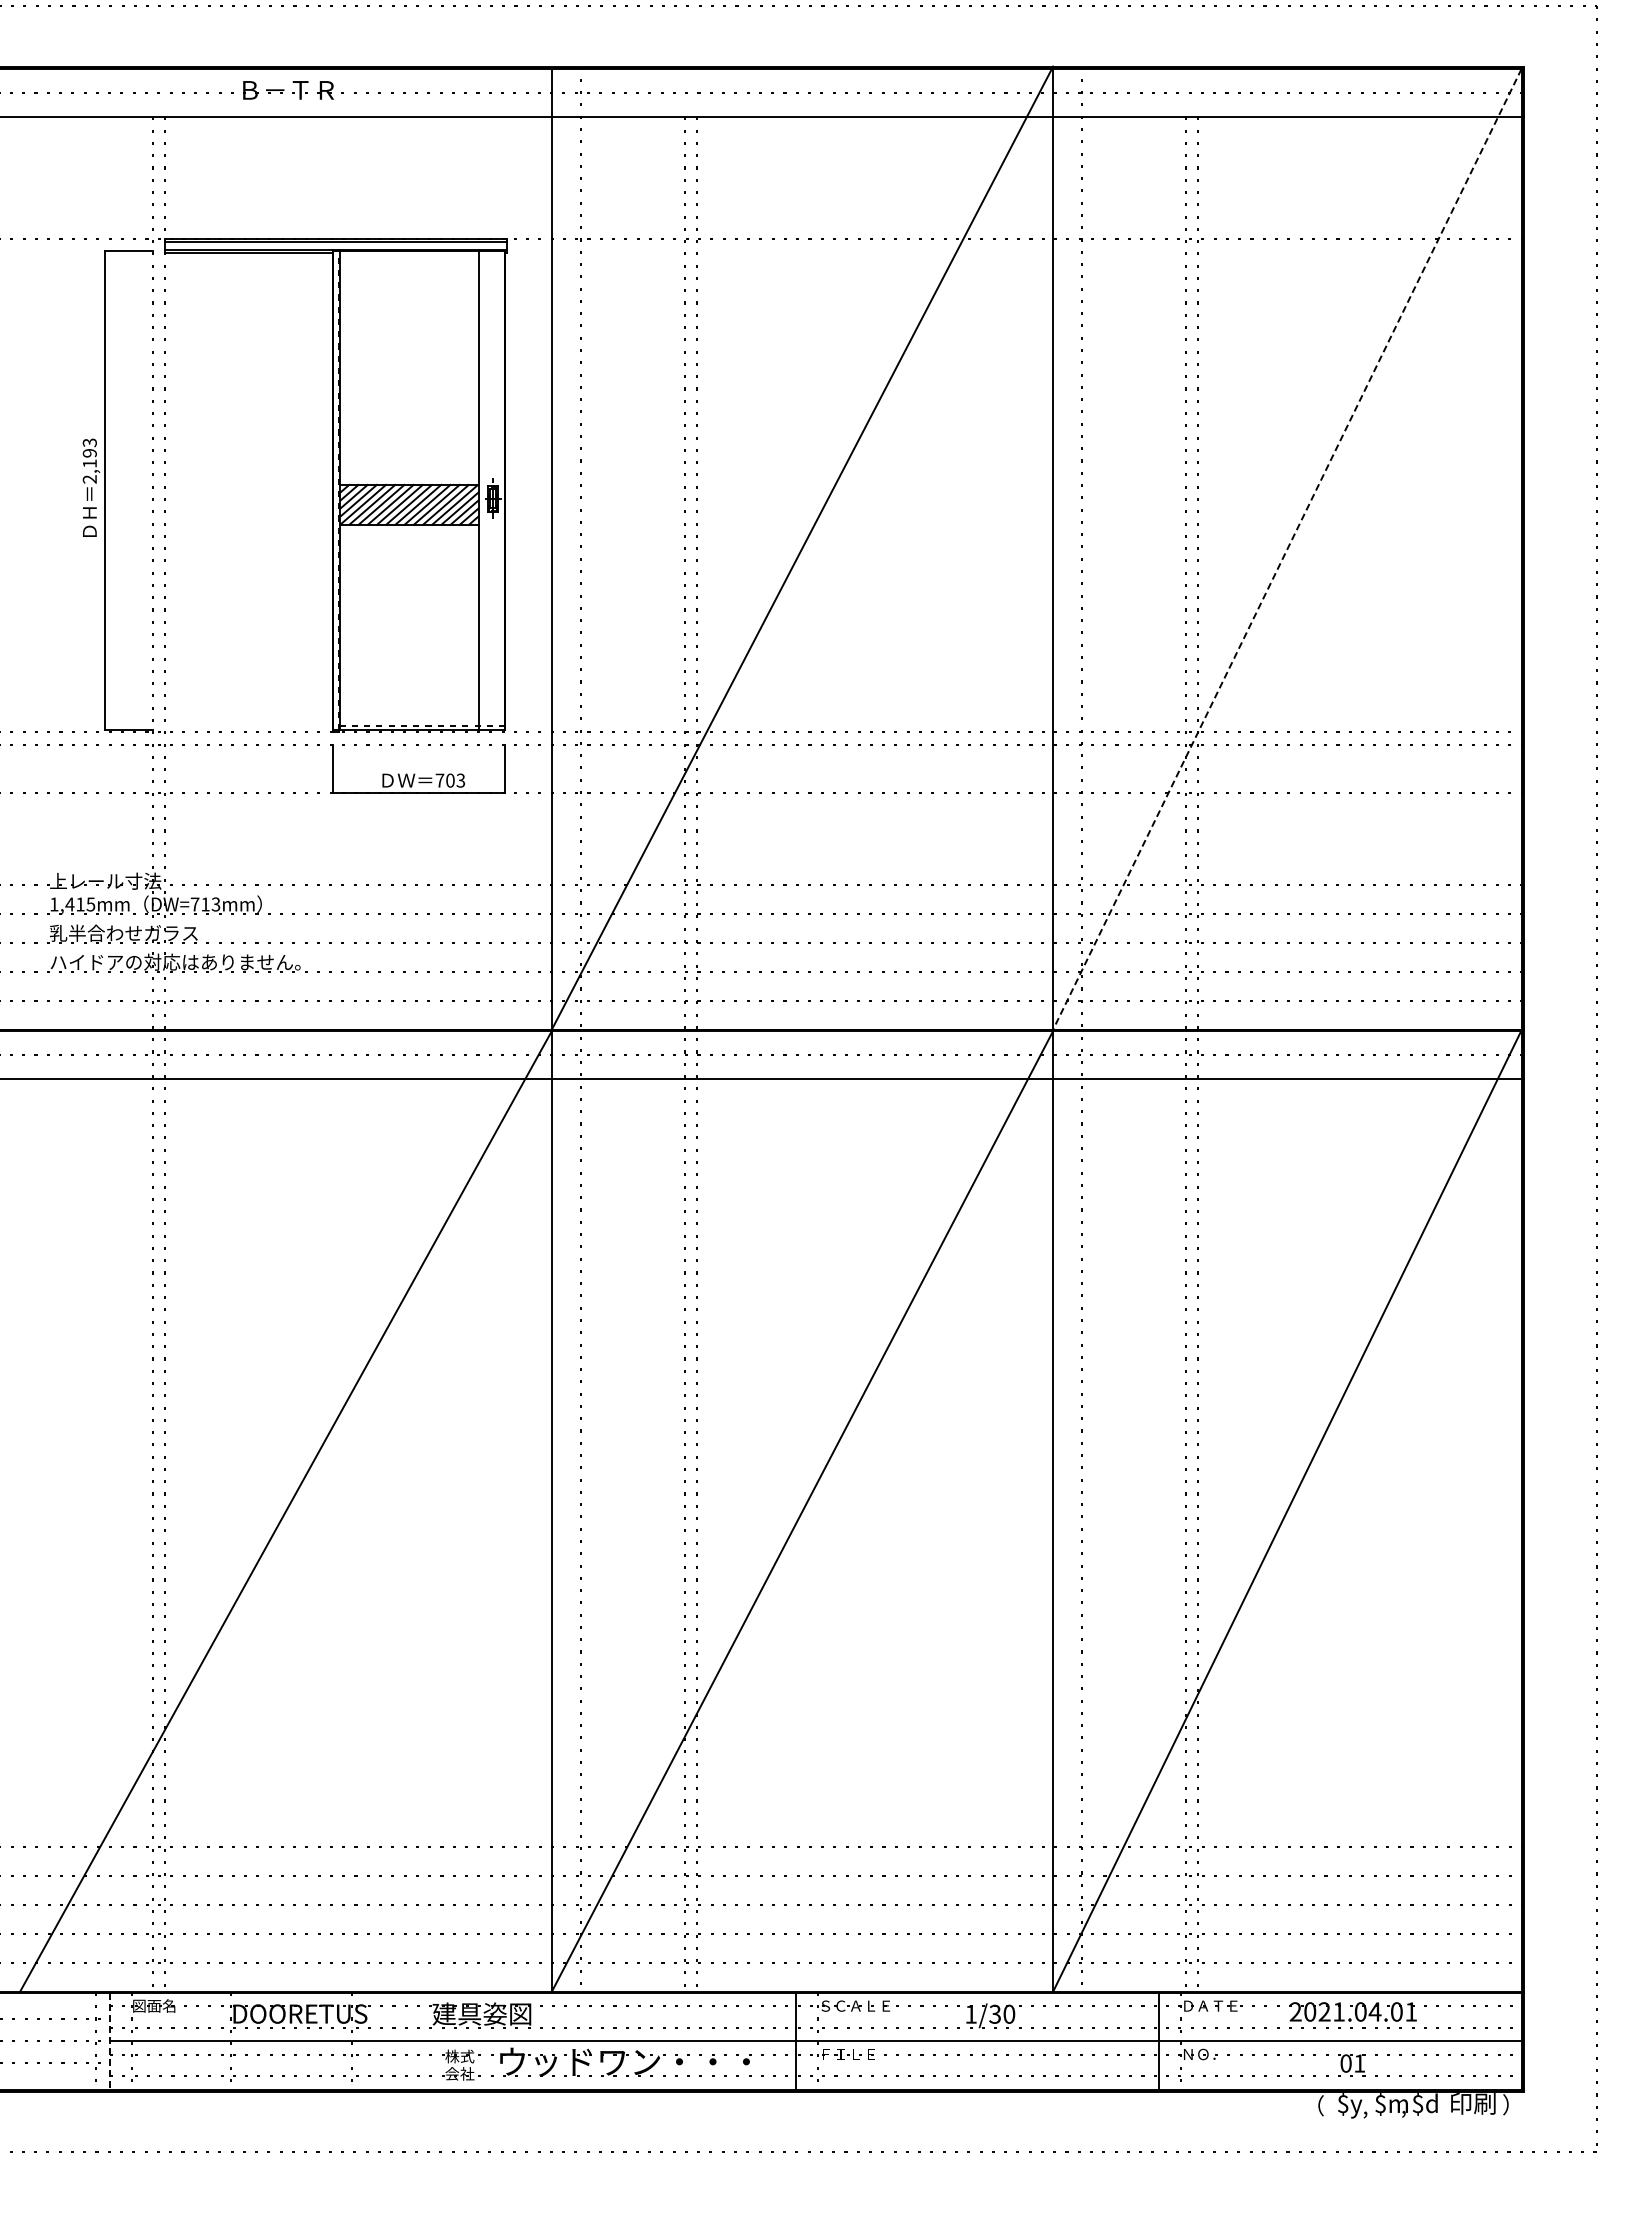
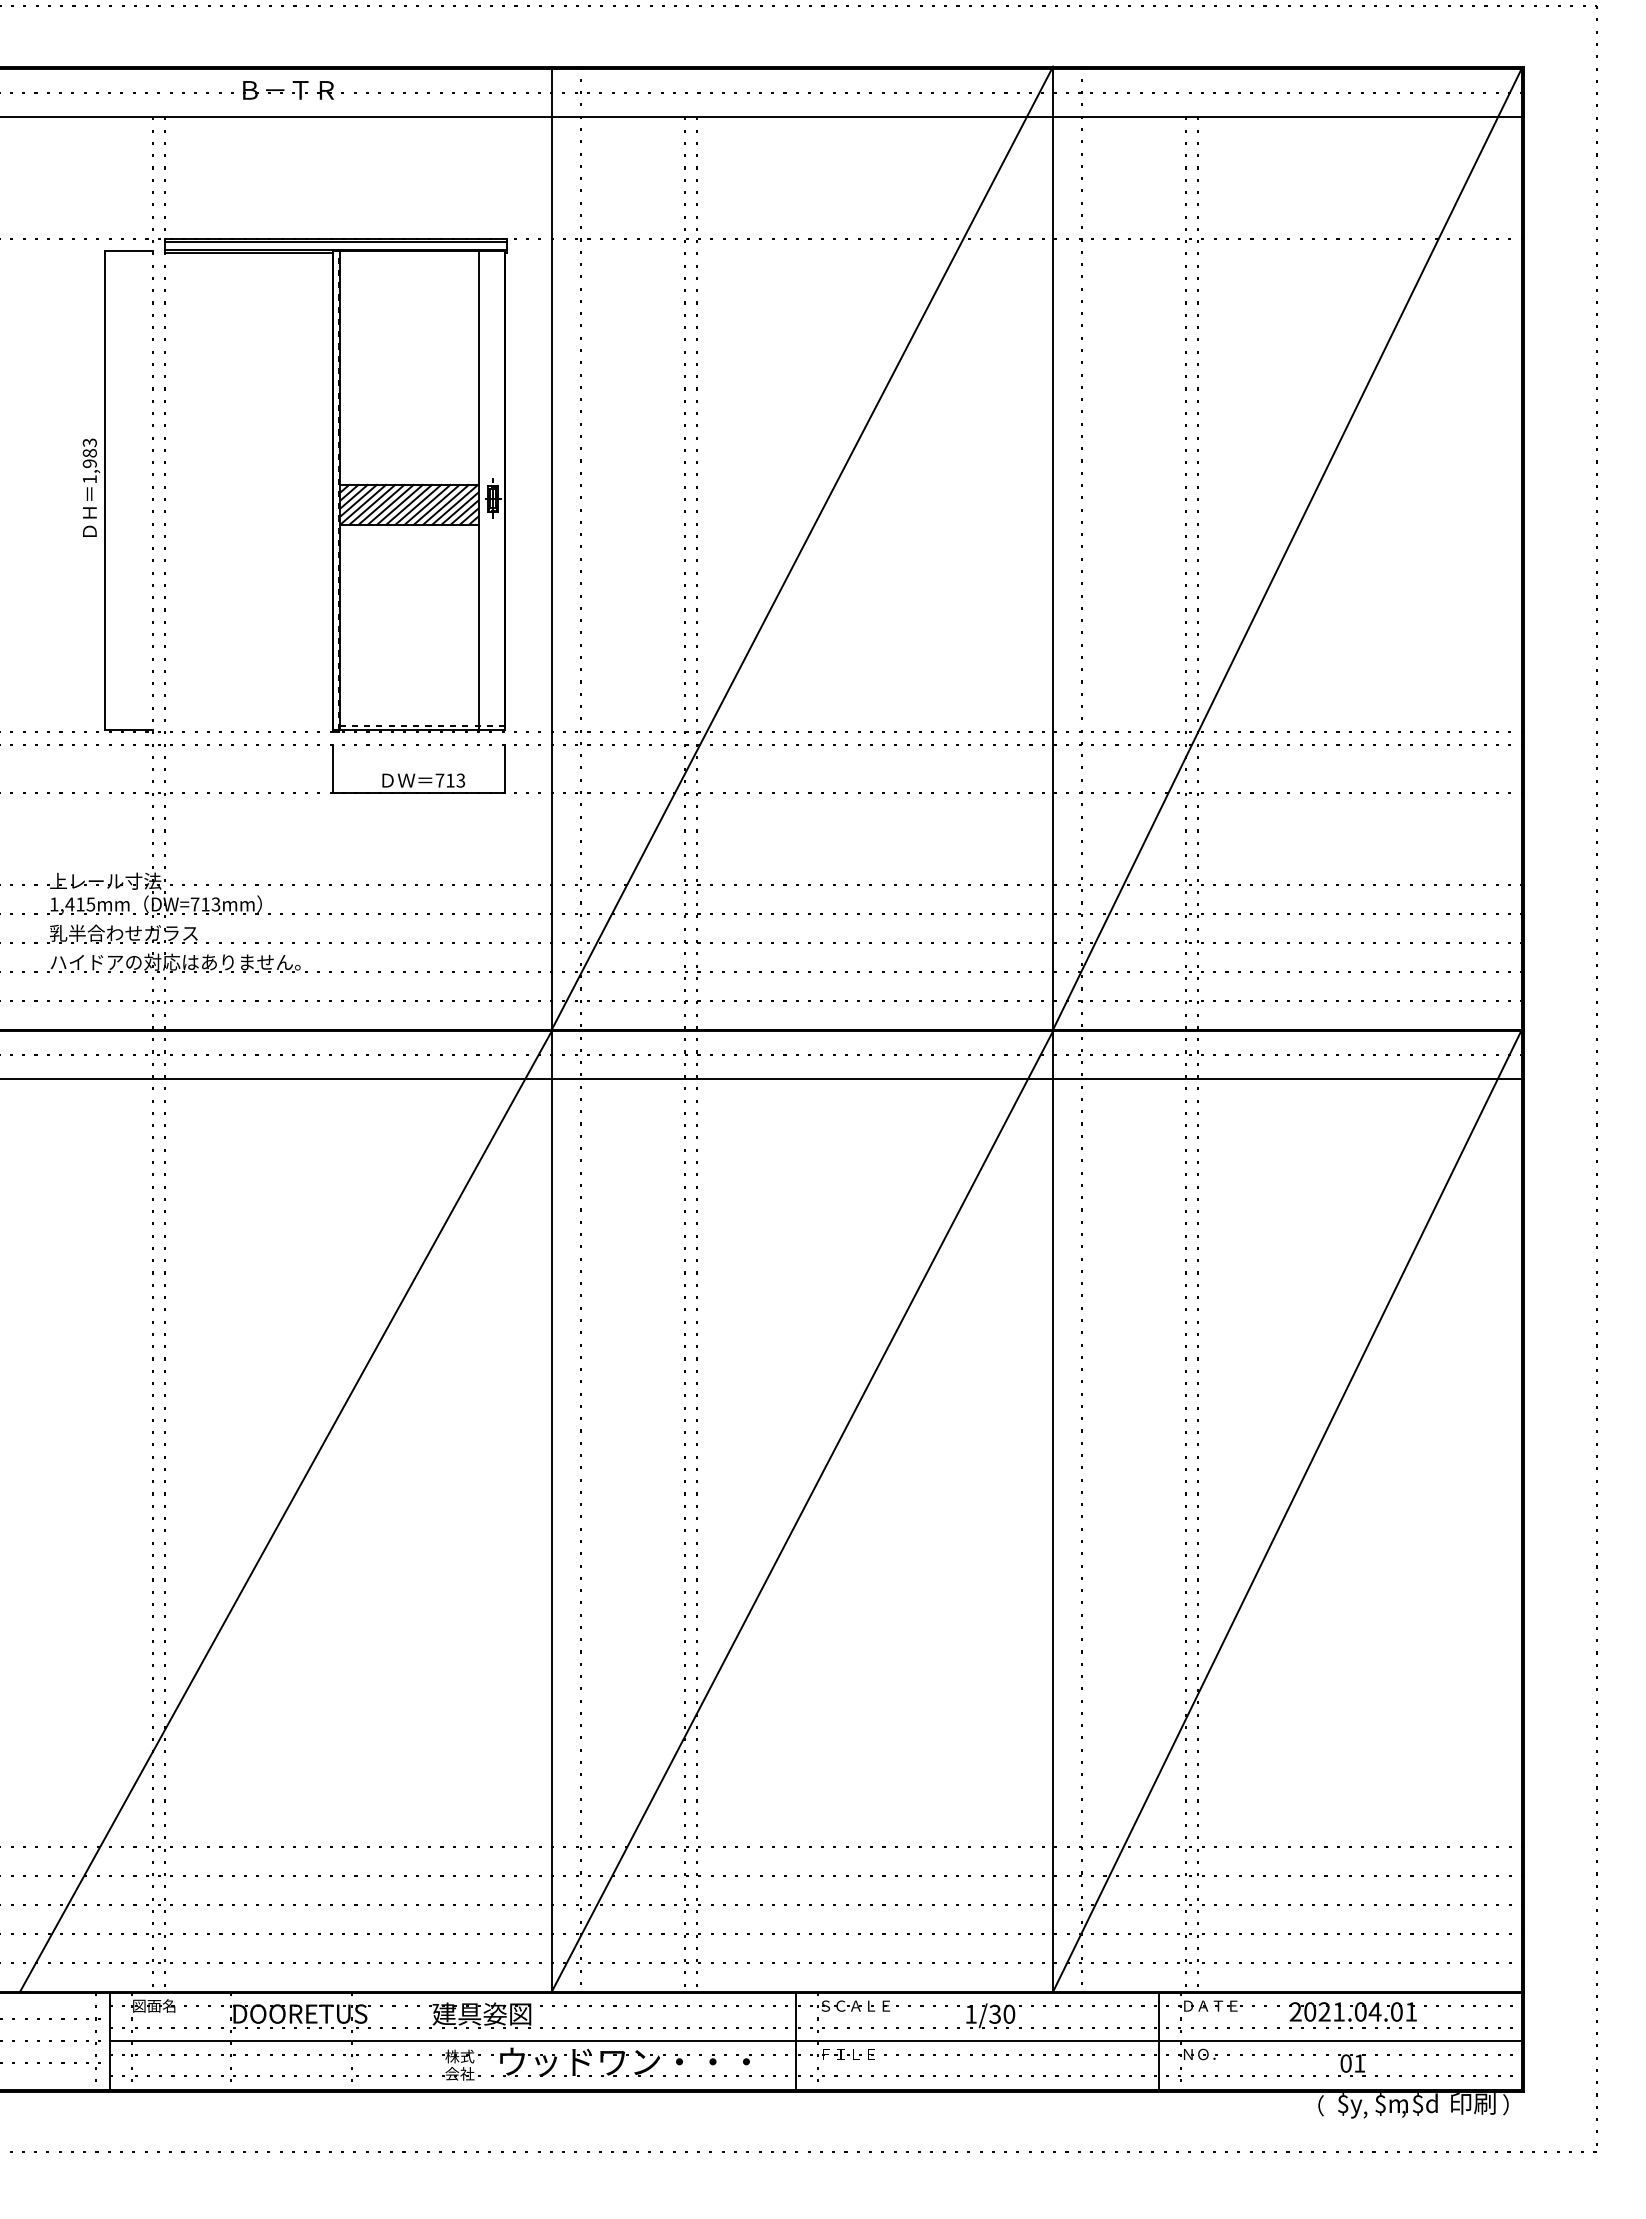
text at (89, 466): 2,193 -> 1,983
line at (1287, 549): dashed -> solid
text at (450, 780): 703 -> 713
line at (110, 2041): dashed -> solid
